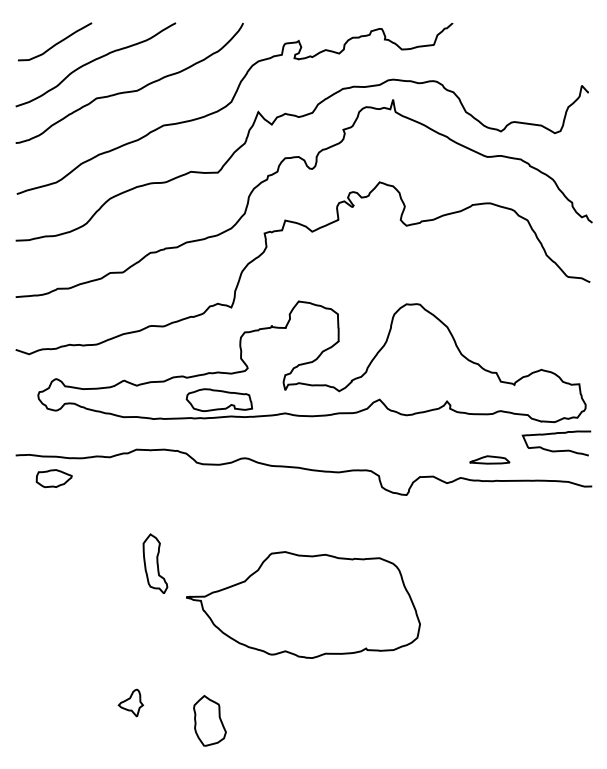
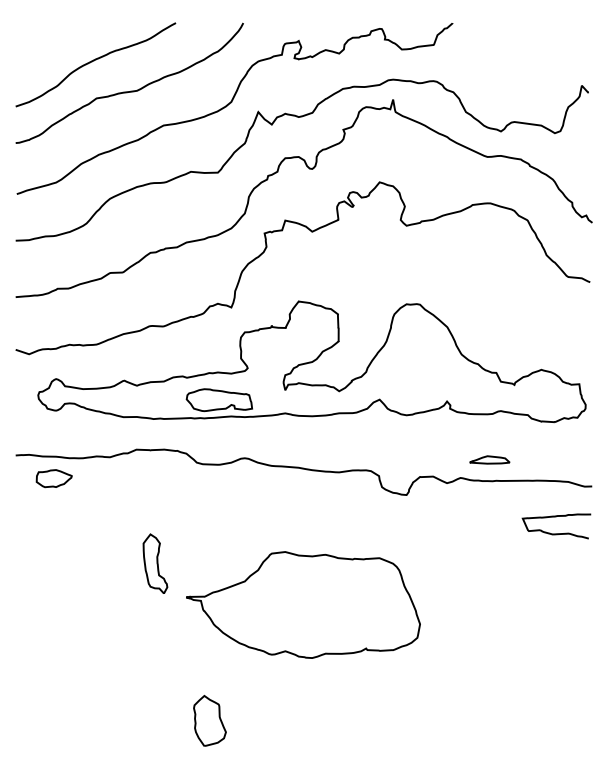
curve at (55, 43): present -> none
curve at (556, 450) position: (556, 450) -> (556, 533)
part at (130, 702): present -> none
